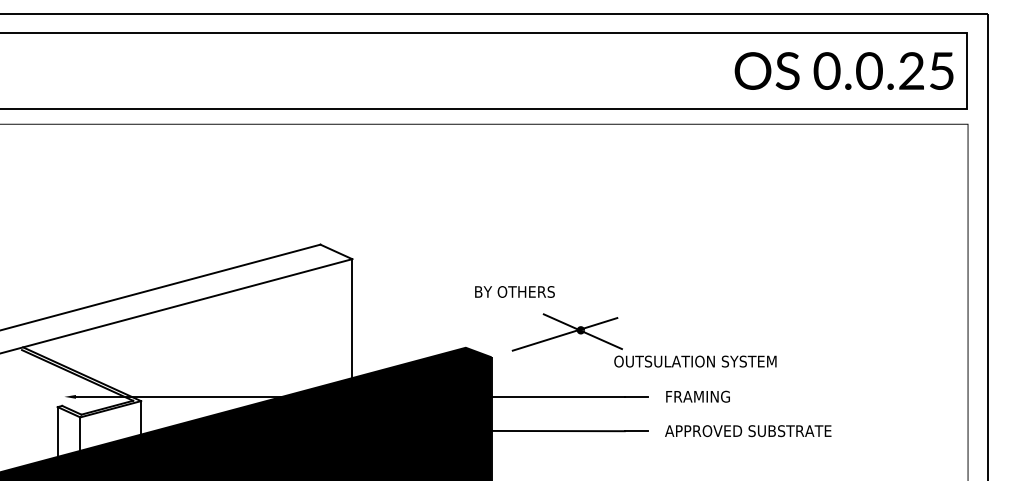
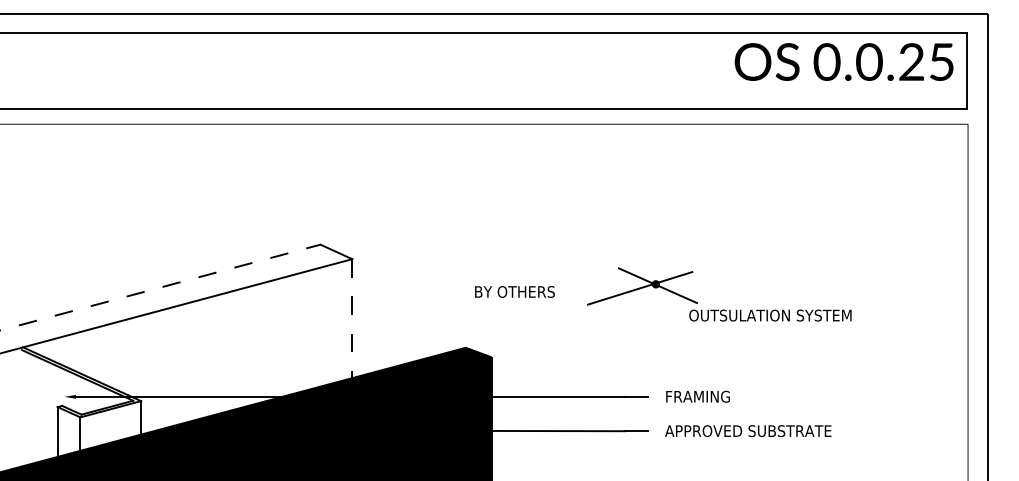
text at (843, 70) position: (843, 70) -> (843, 61)
line at (160, 287): solid -> dashed
line at (352, 319): solid -> dashed
part at (643, 355) position: (643, 355) -> (718, 309)
